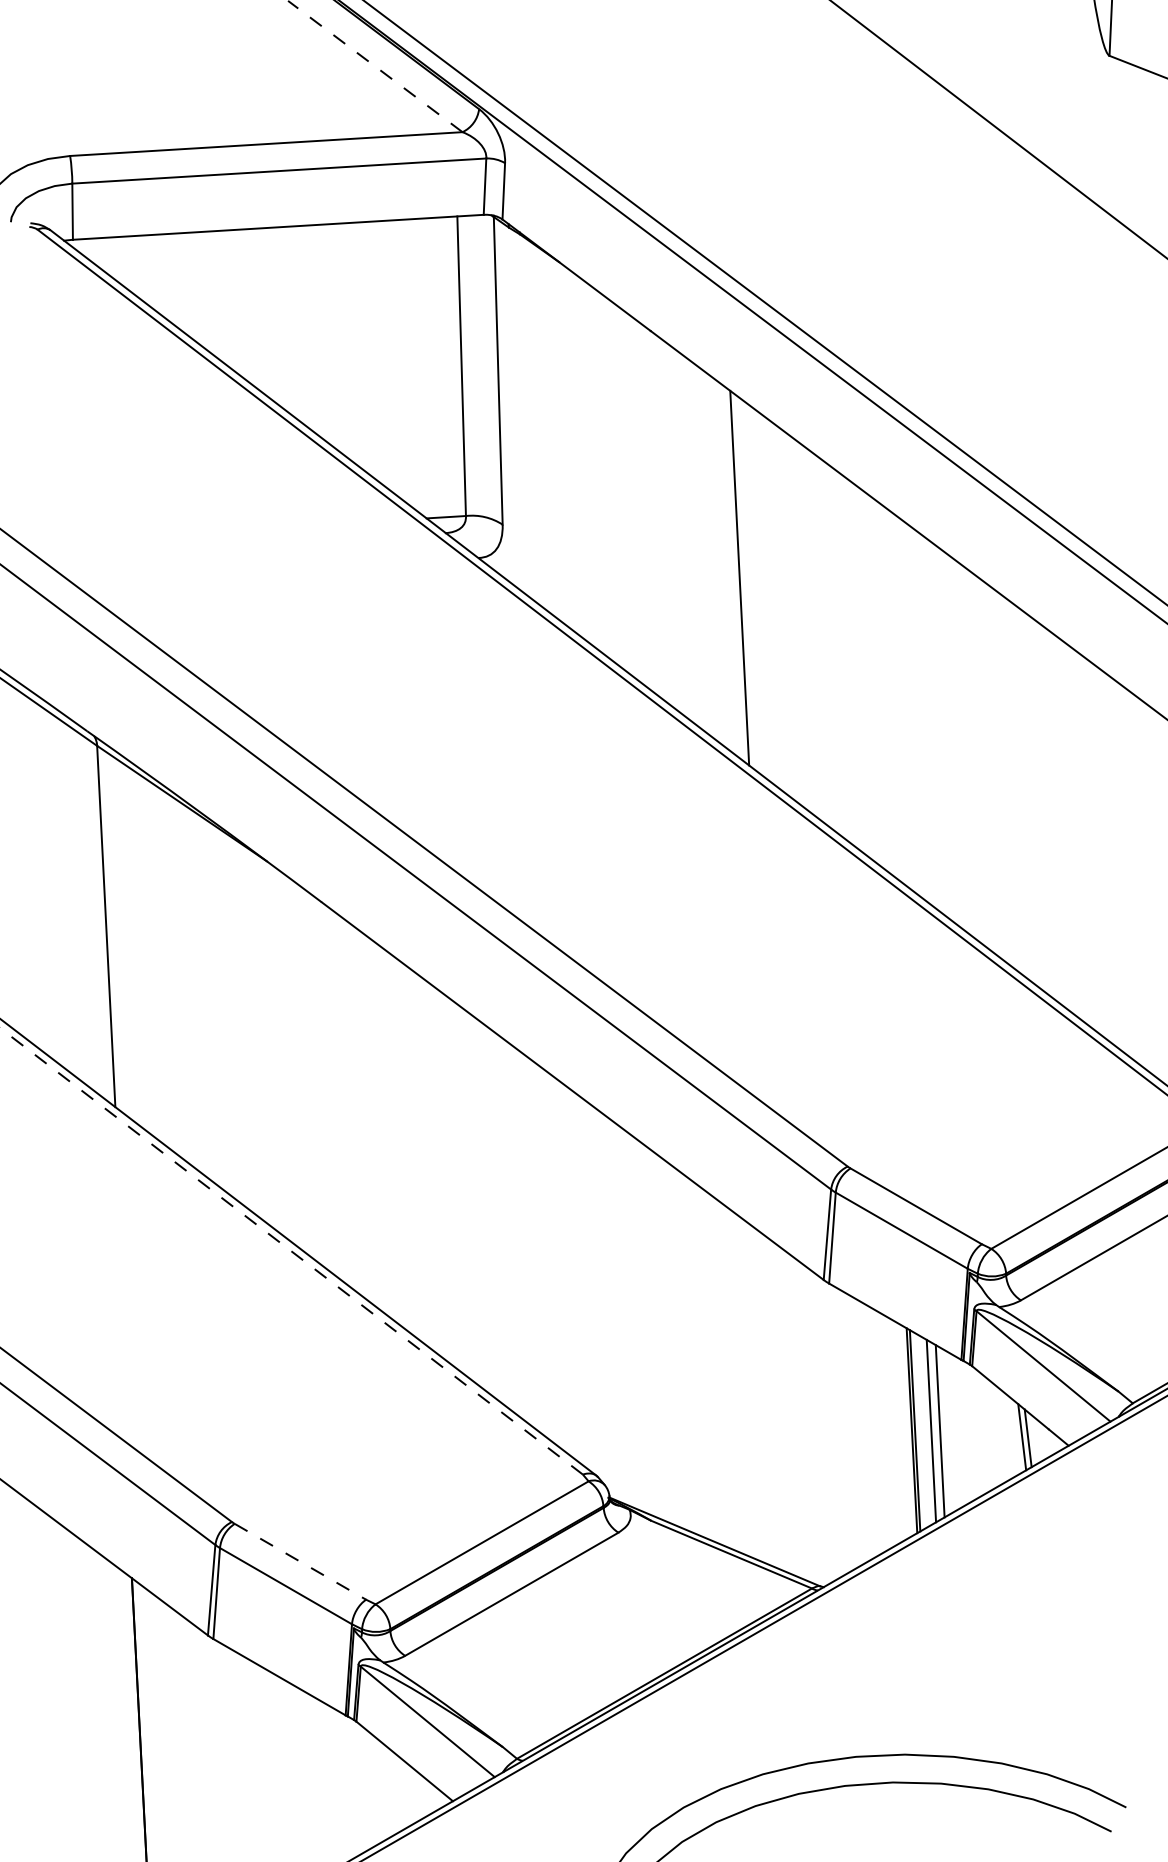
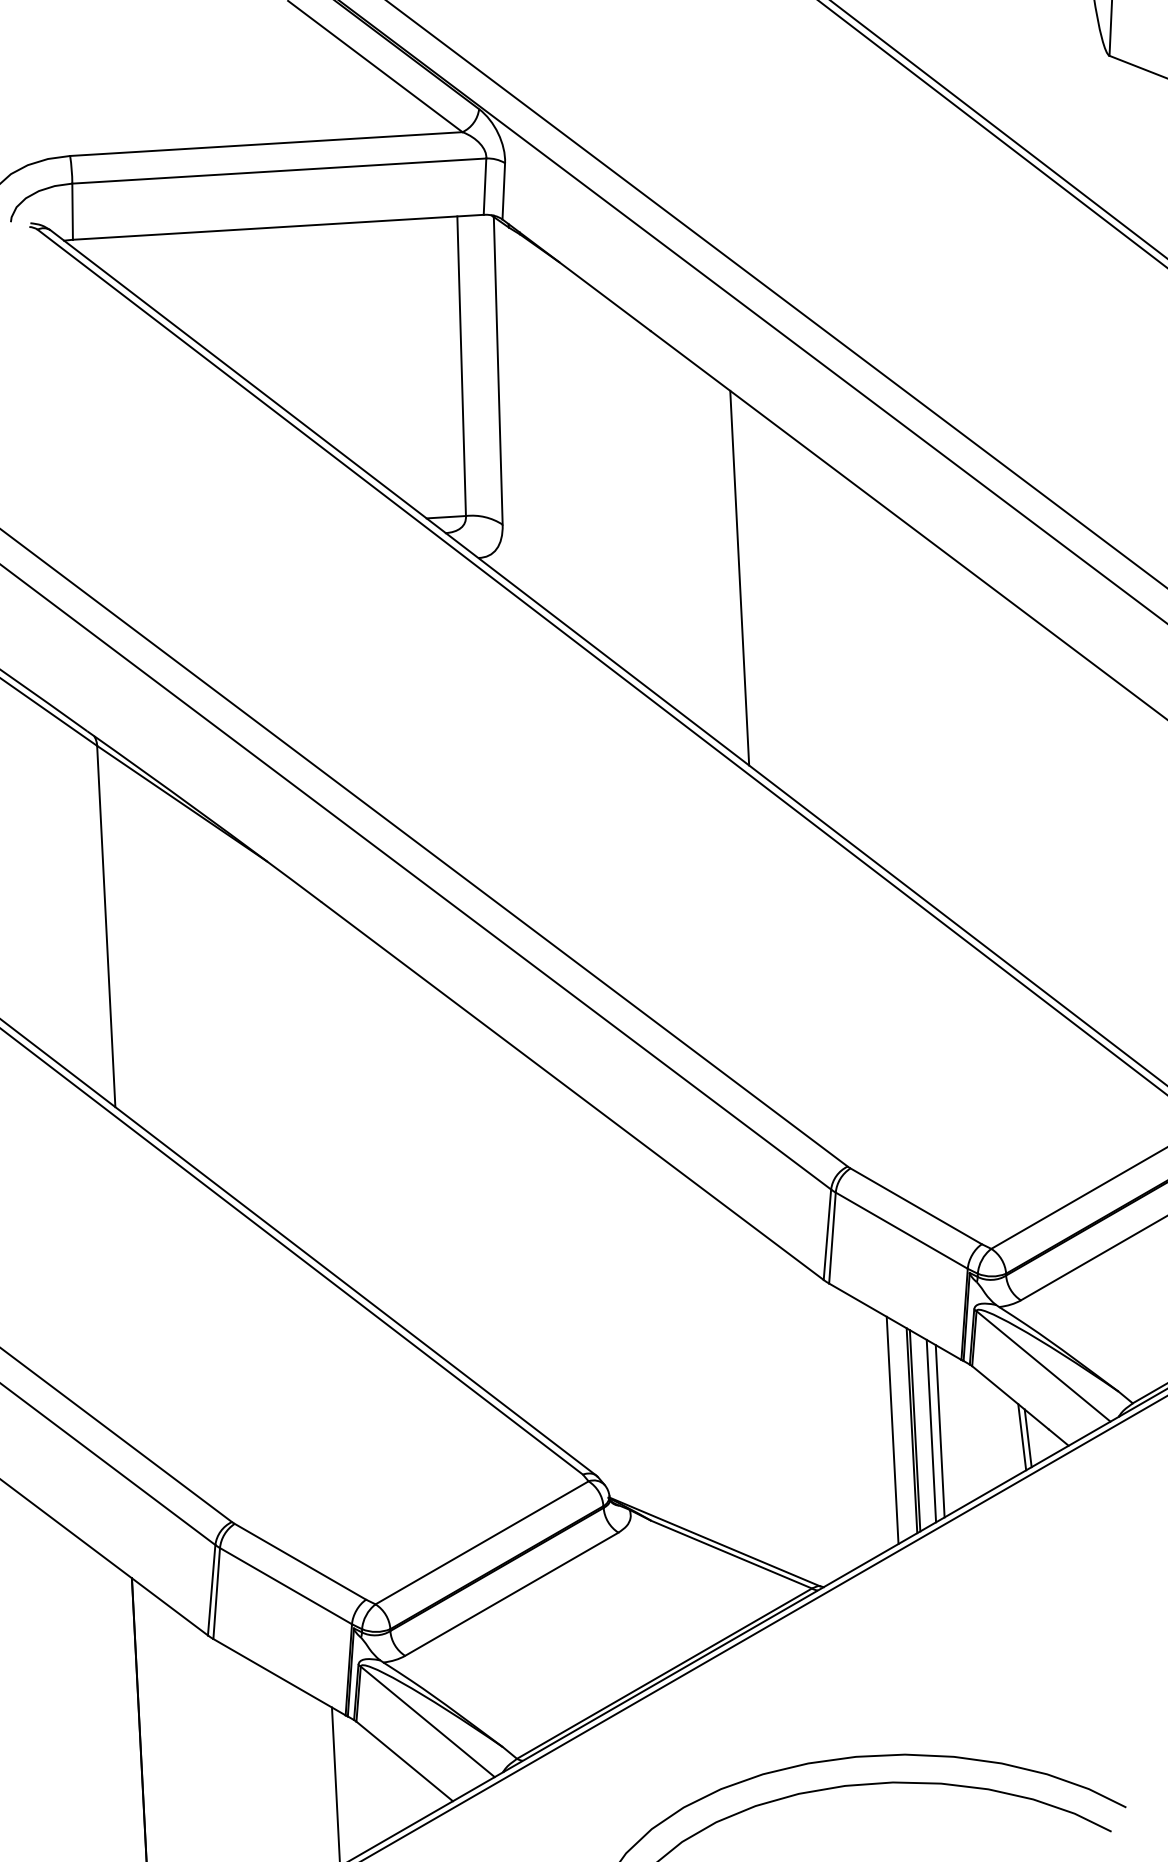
line at (374, 66): dashed -> solid
line at (992, 134): none -> present
line at (764, 302) position: (764, 302) -> (776, 294)
line at (291, 1251): dashed -> solid
line at (892, 1430): none -> present
line at (300, 1561): dashed -> solid
line at (335, 1782): none -> present
